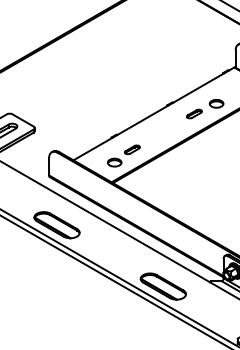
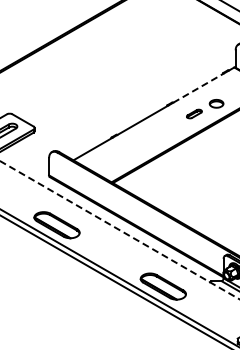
line at (198, 87): solid -> dashed
part at (123, 155): present -> none
line at (119, 230): solid -> dashed
